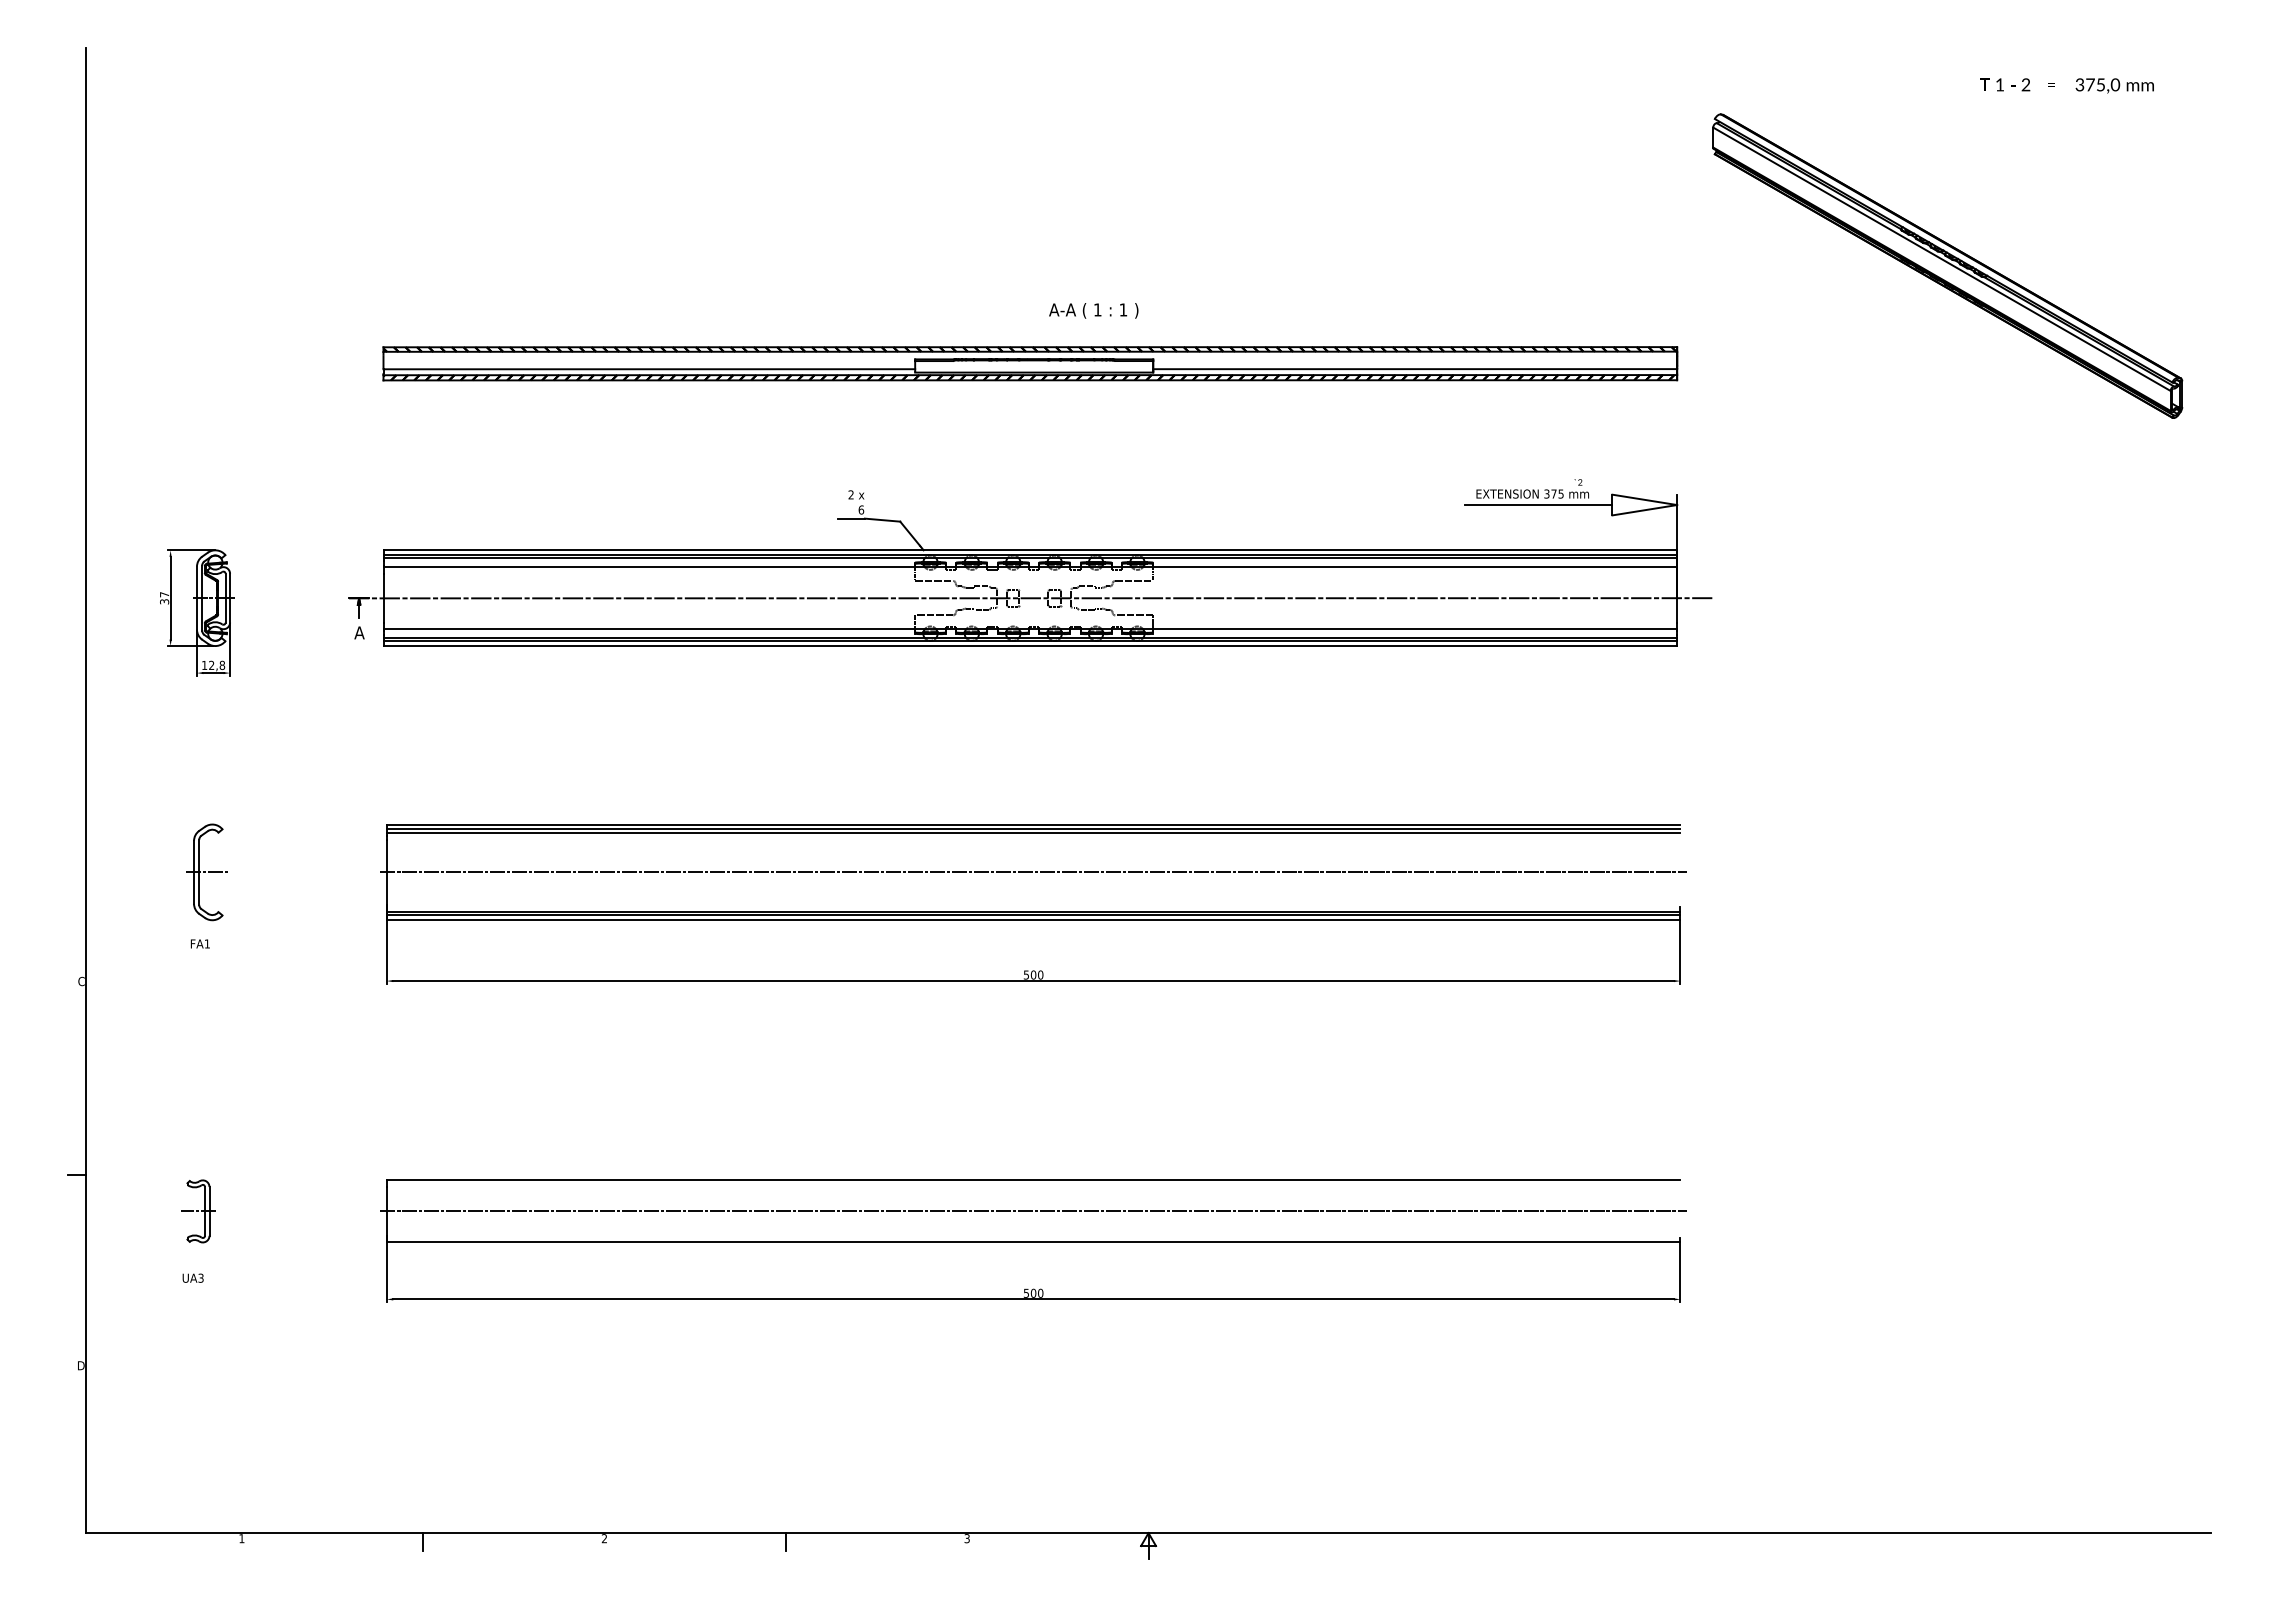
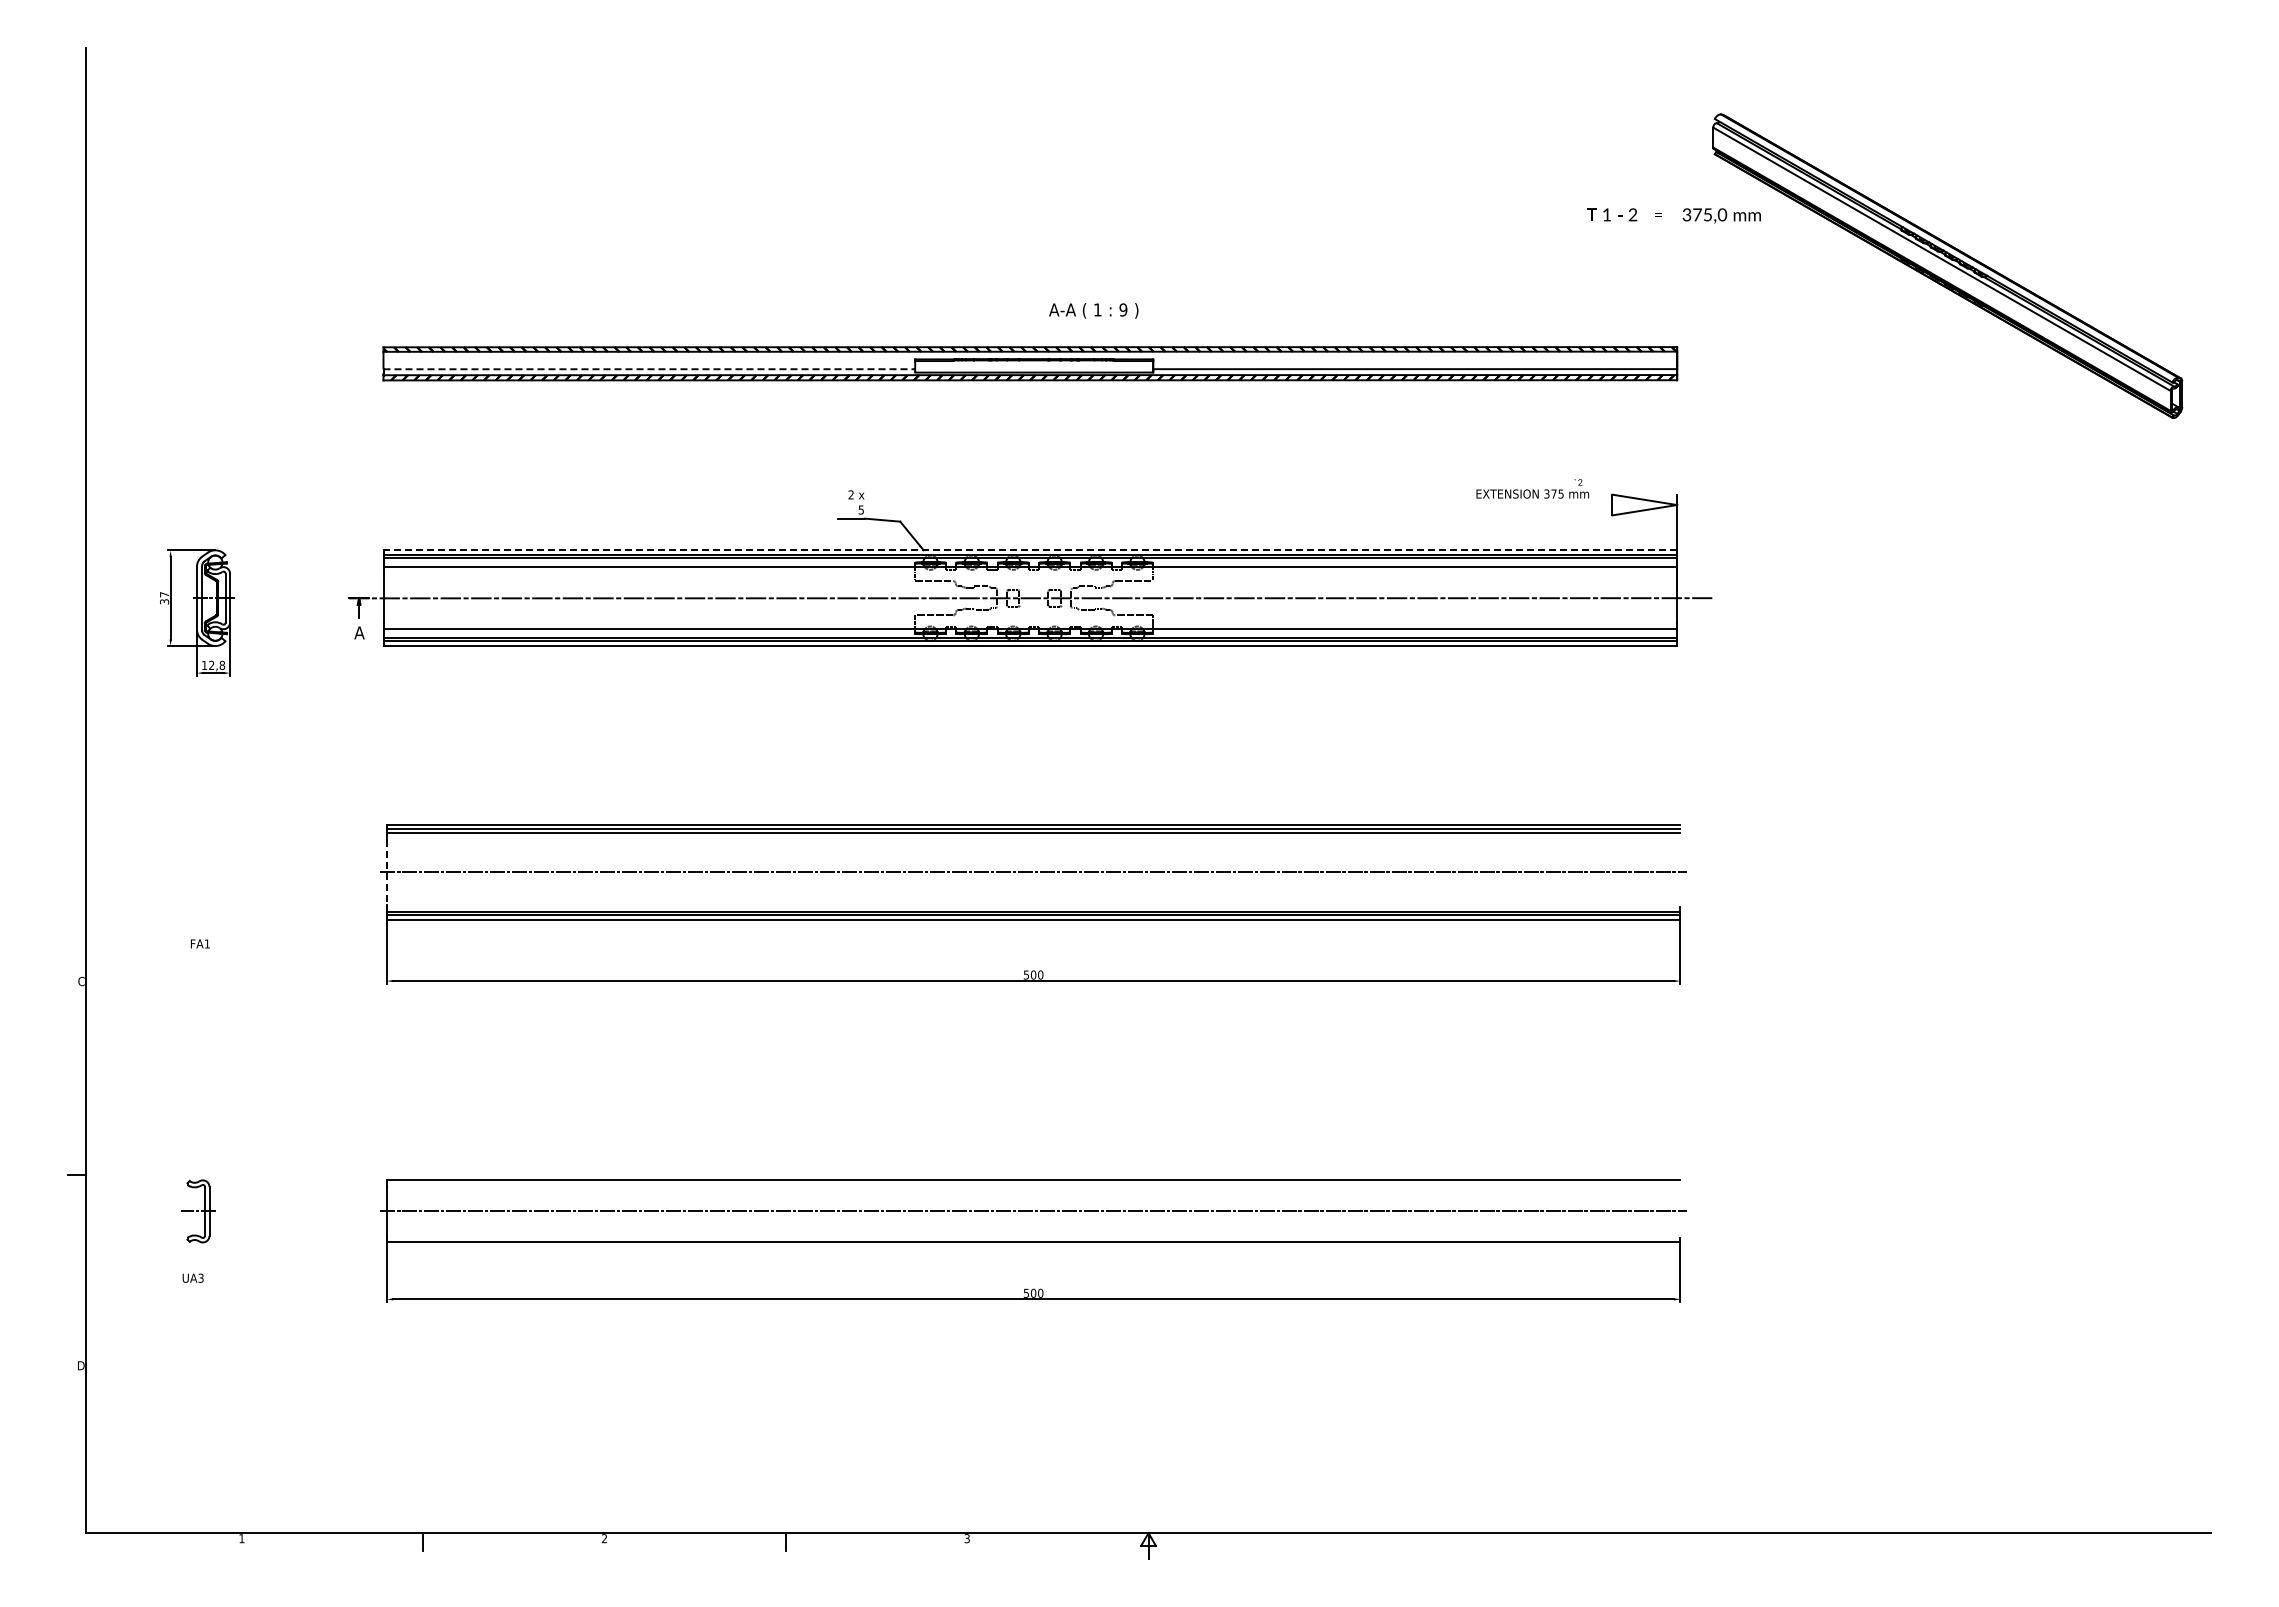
text at (2066, 85) position: (2066, 85) -> (1673, 215)
text at (1123, 309): 1 -> 9
line at (649, 369): solid -> dashed
line at (1538, 505): present -> none
text at (861, 509): 6 -> 5
line at (1030, 550): solid -> dashed
part at (206, 872): present -> none
line at (386, 872): solid -> dashed
